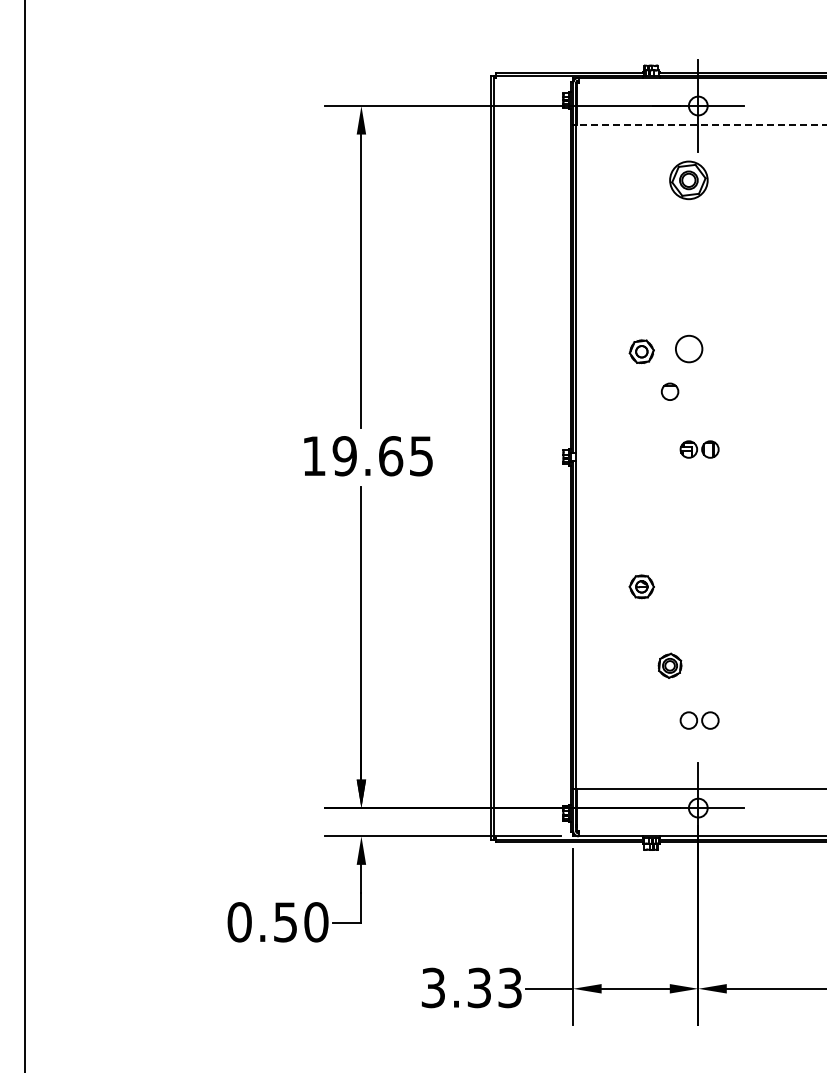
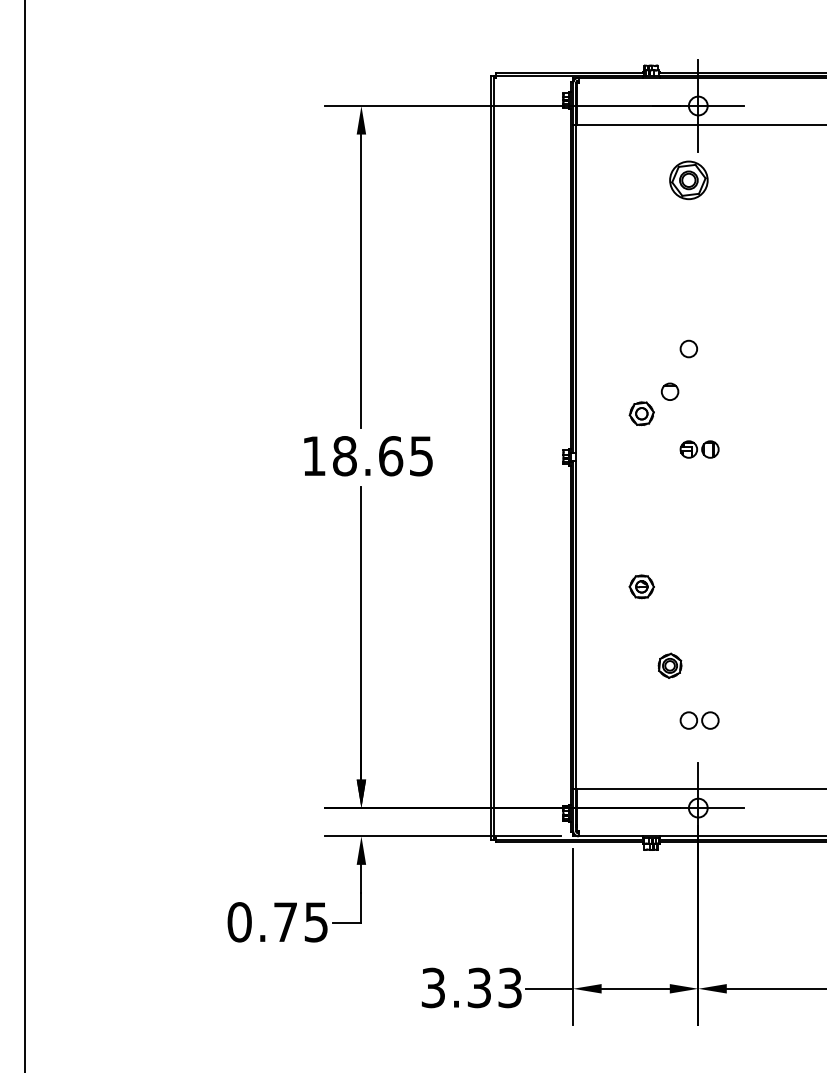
line at (701, 124): dashed -> solid
circle at (689, 348) size: 29x30 px -> 19x20 px
part at (641, 351) position: (641, 351) -> (641, 413)
text at (344, 456): 19.65 -> 18.65
text at (301, 922): 0.50 -> 0.75
